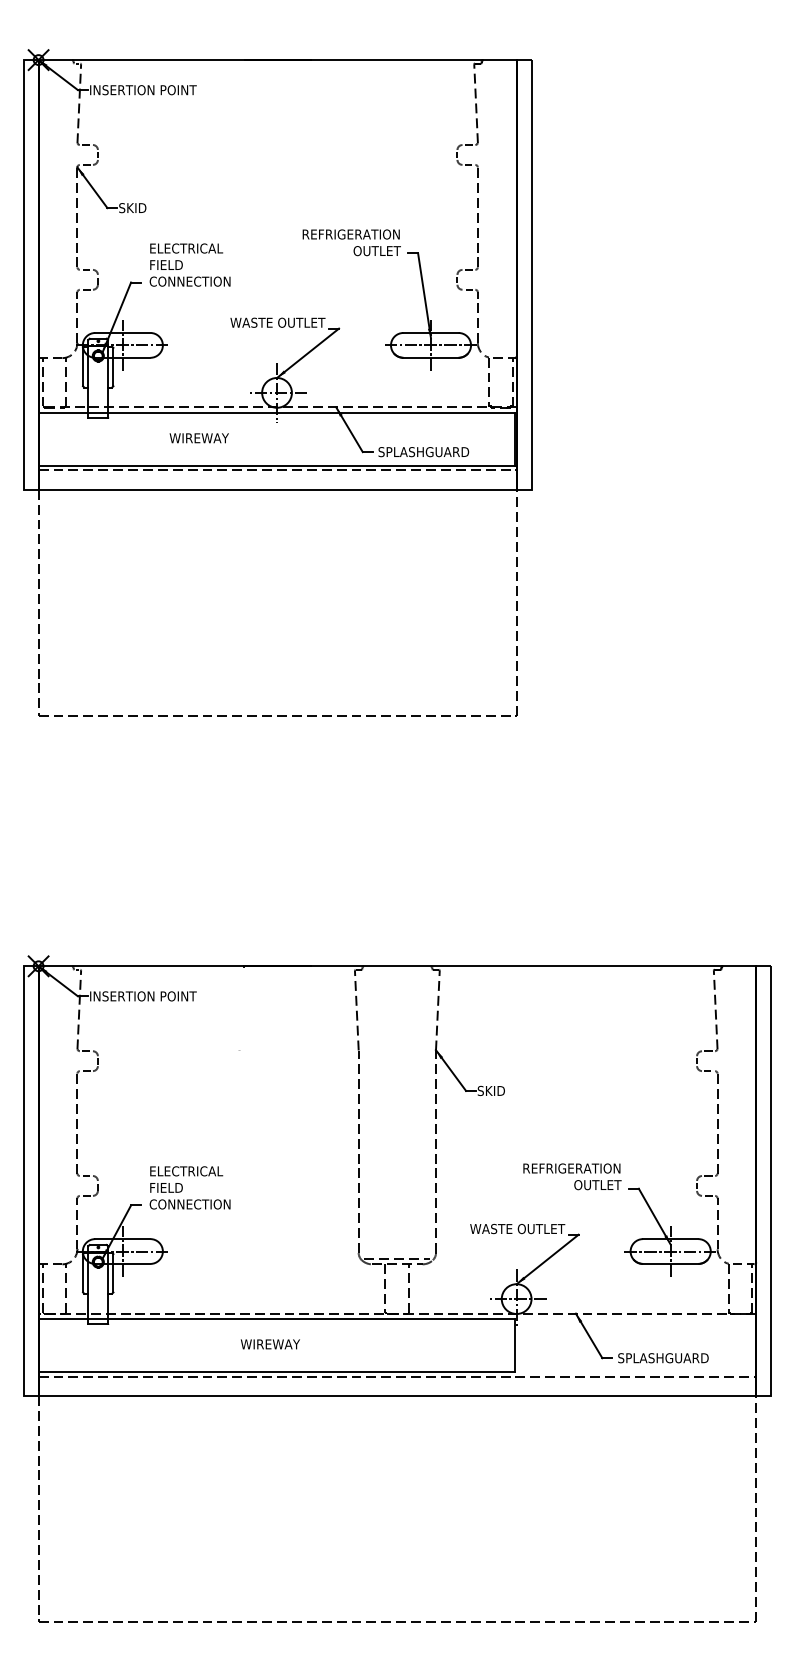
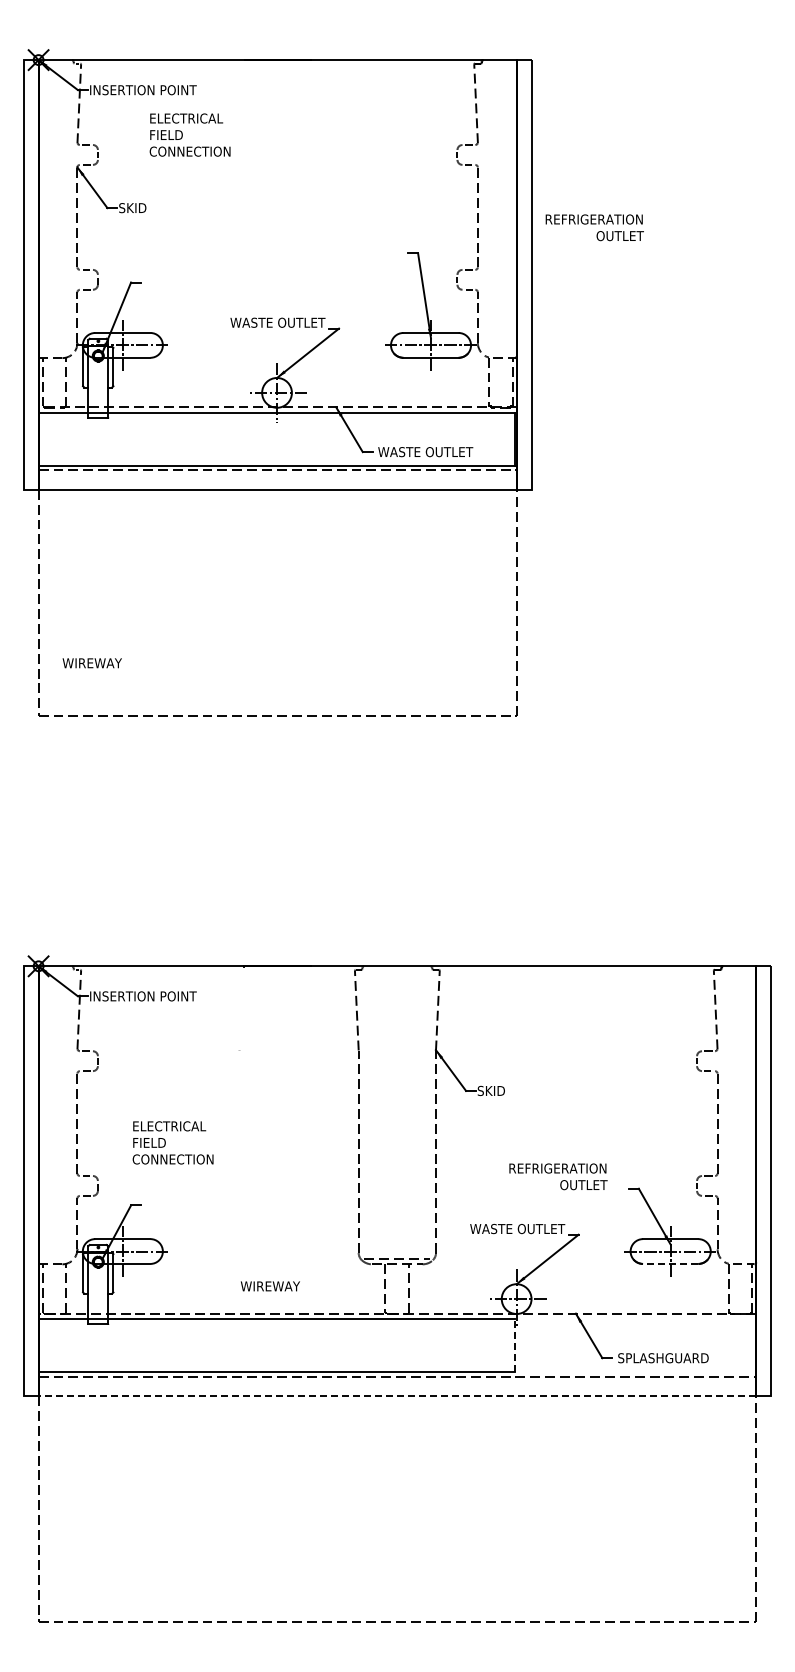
text at (351, 242) position: (351, 242) -> (594, 227)
text at (189, 264) position: (189, 264) -> (189, 134)
text at (198, 438) position: (198, 438) -> (91, 663)
text at (425, 452): SPLASHGUARD -> WASTE OUTLET
text at (572, 1176) position: (572, 1176) -> (558, 1176)
text at (189, 1187) position: (189, 1187) -> (172, 1142)
line at (670, 1263): solid -> dashed
text at (269, 1344) position: (269, 1344) -> (269, 1286)
line at (515, 1344): solid -> dashed
line at (397, 1395): solid -> dashed
